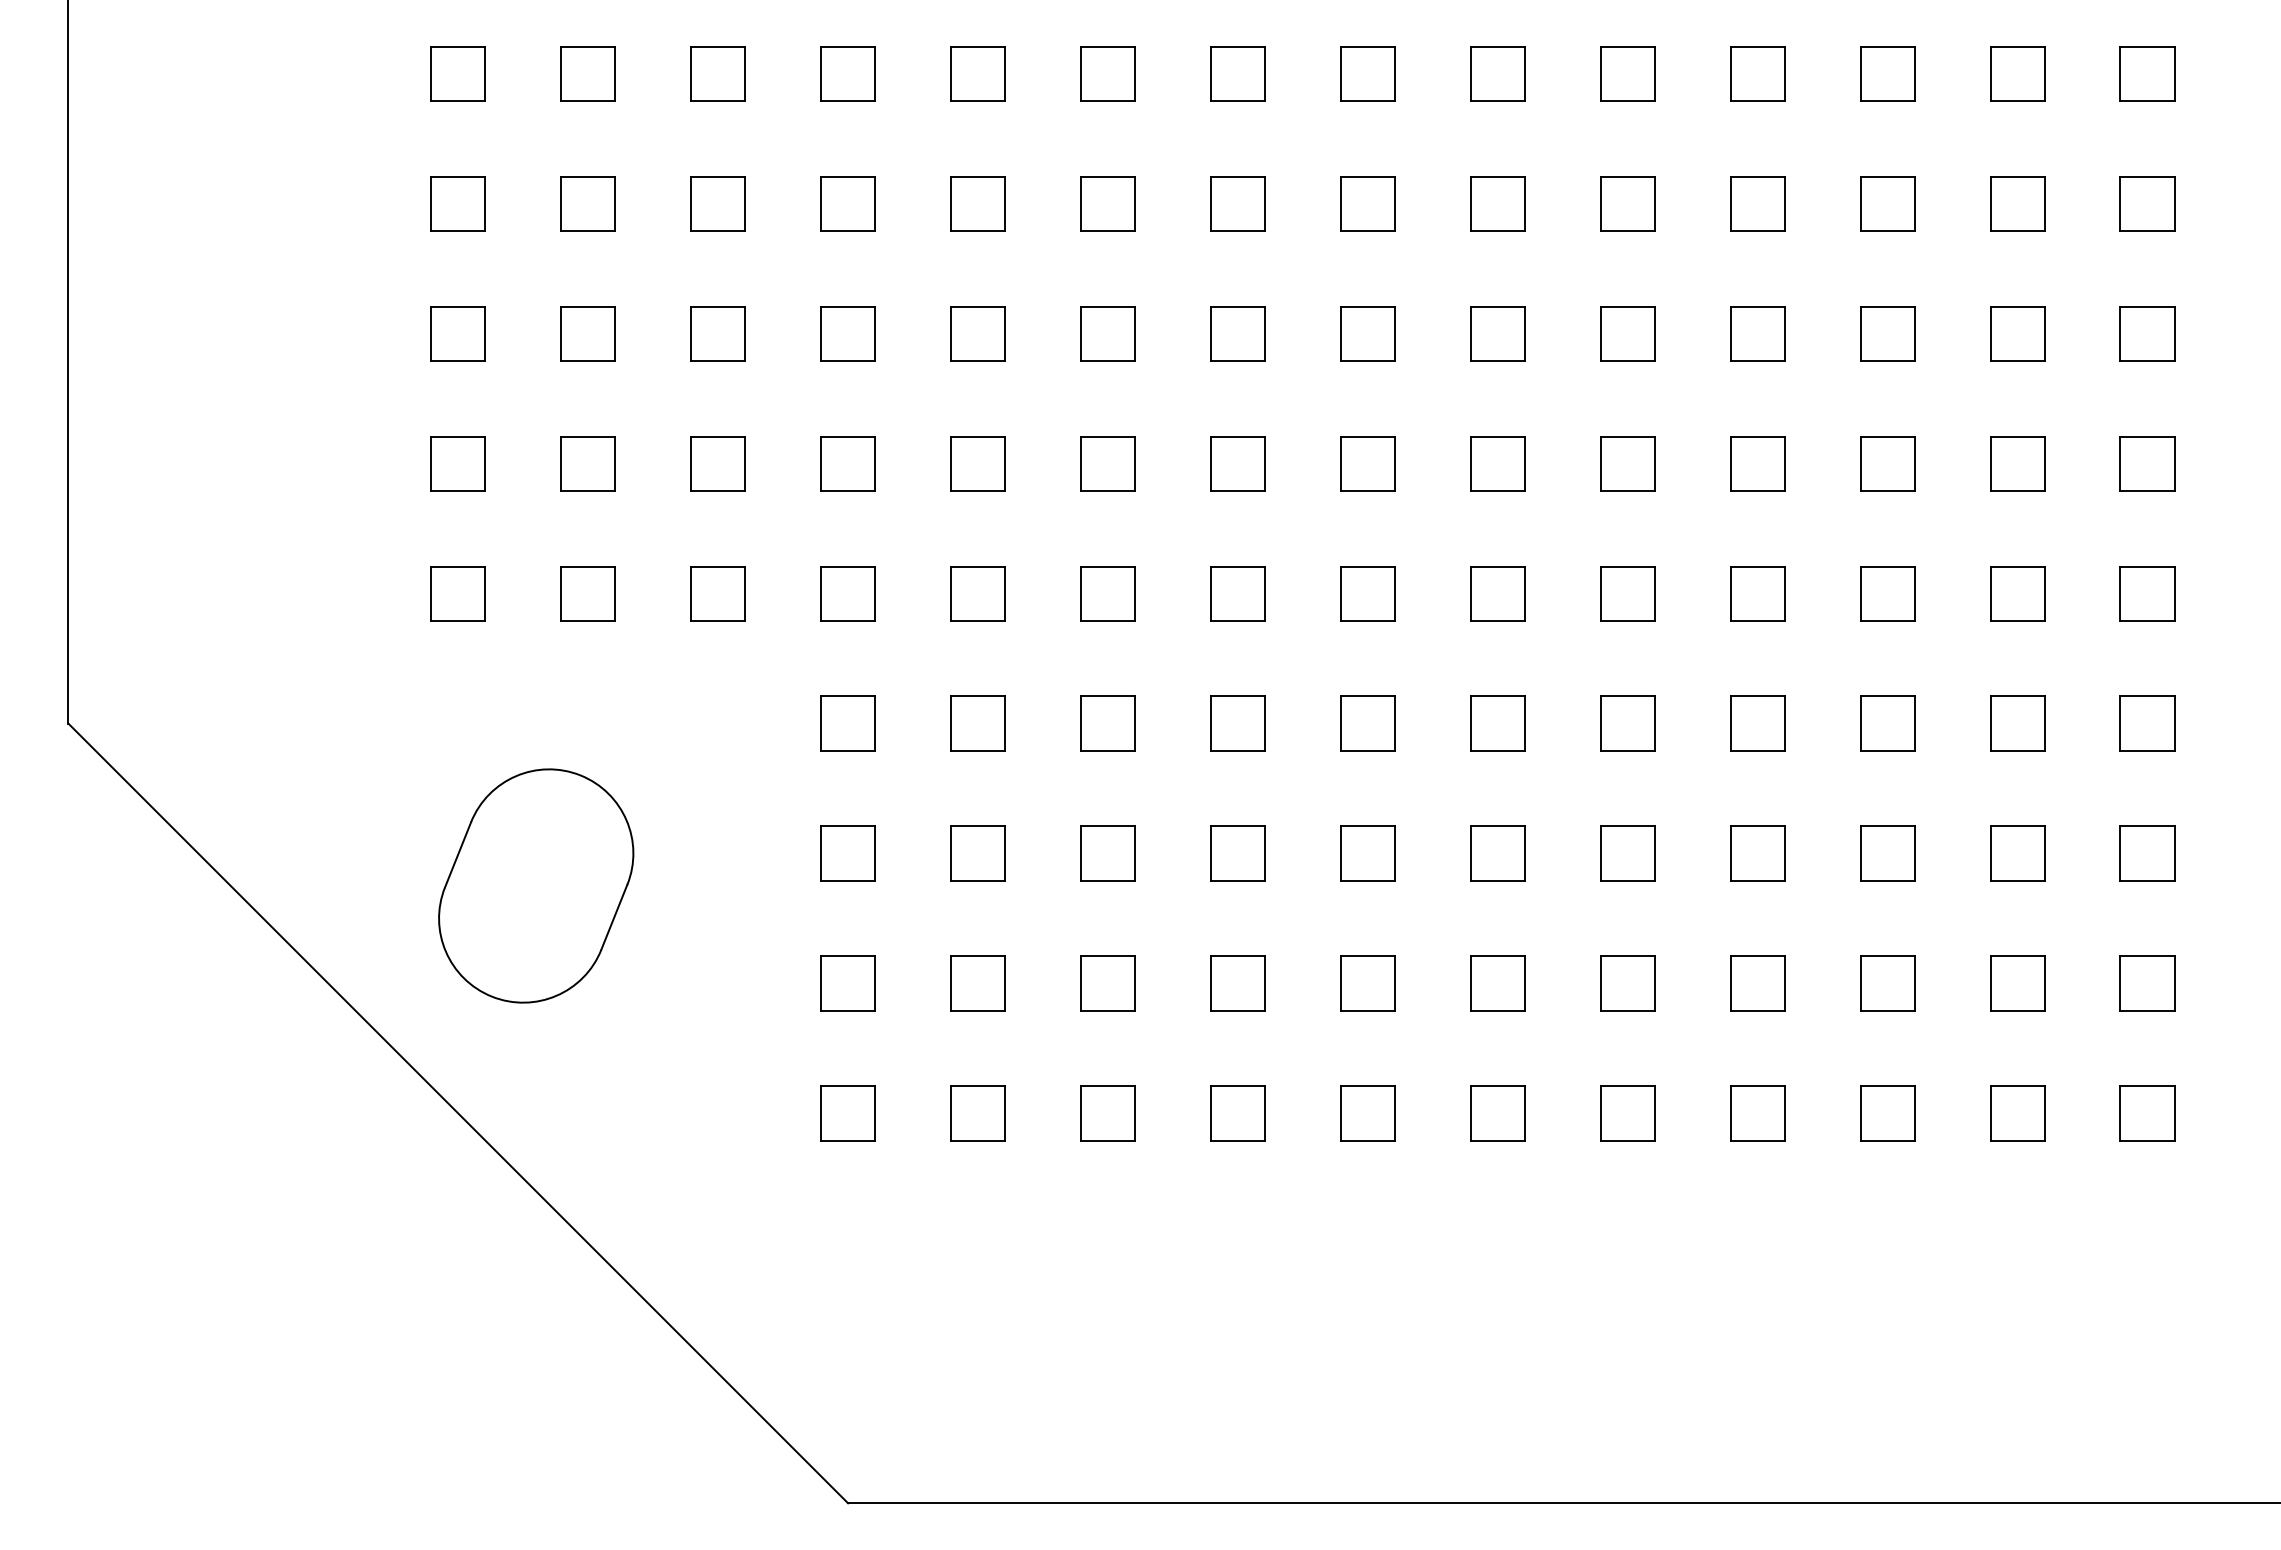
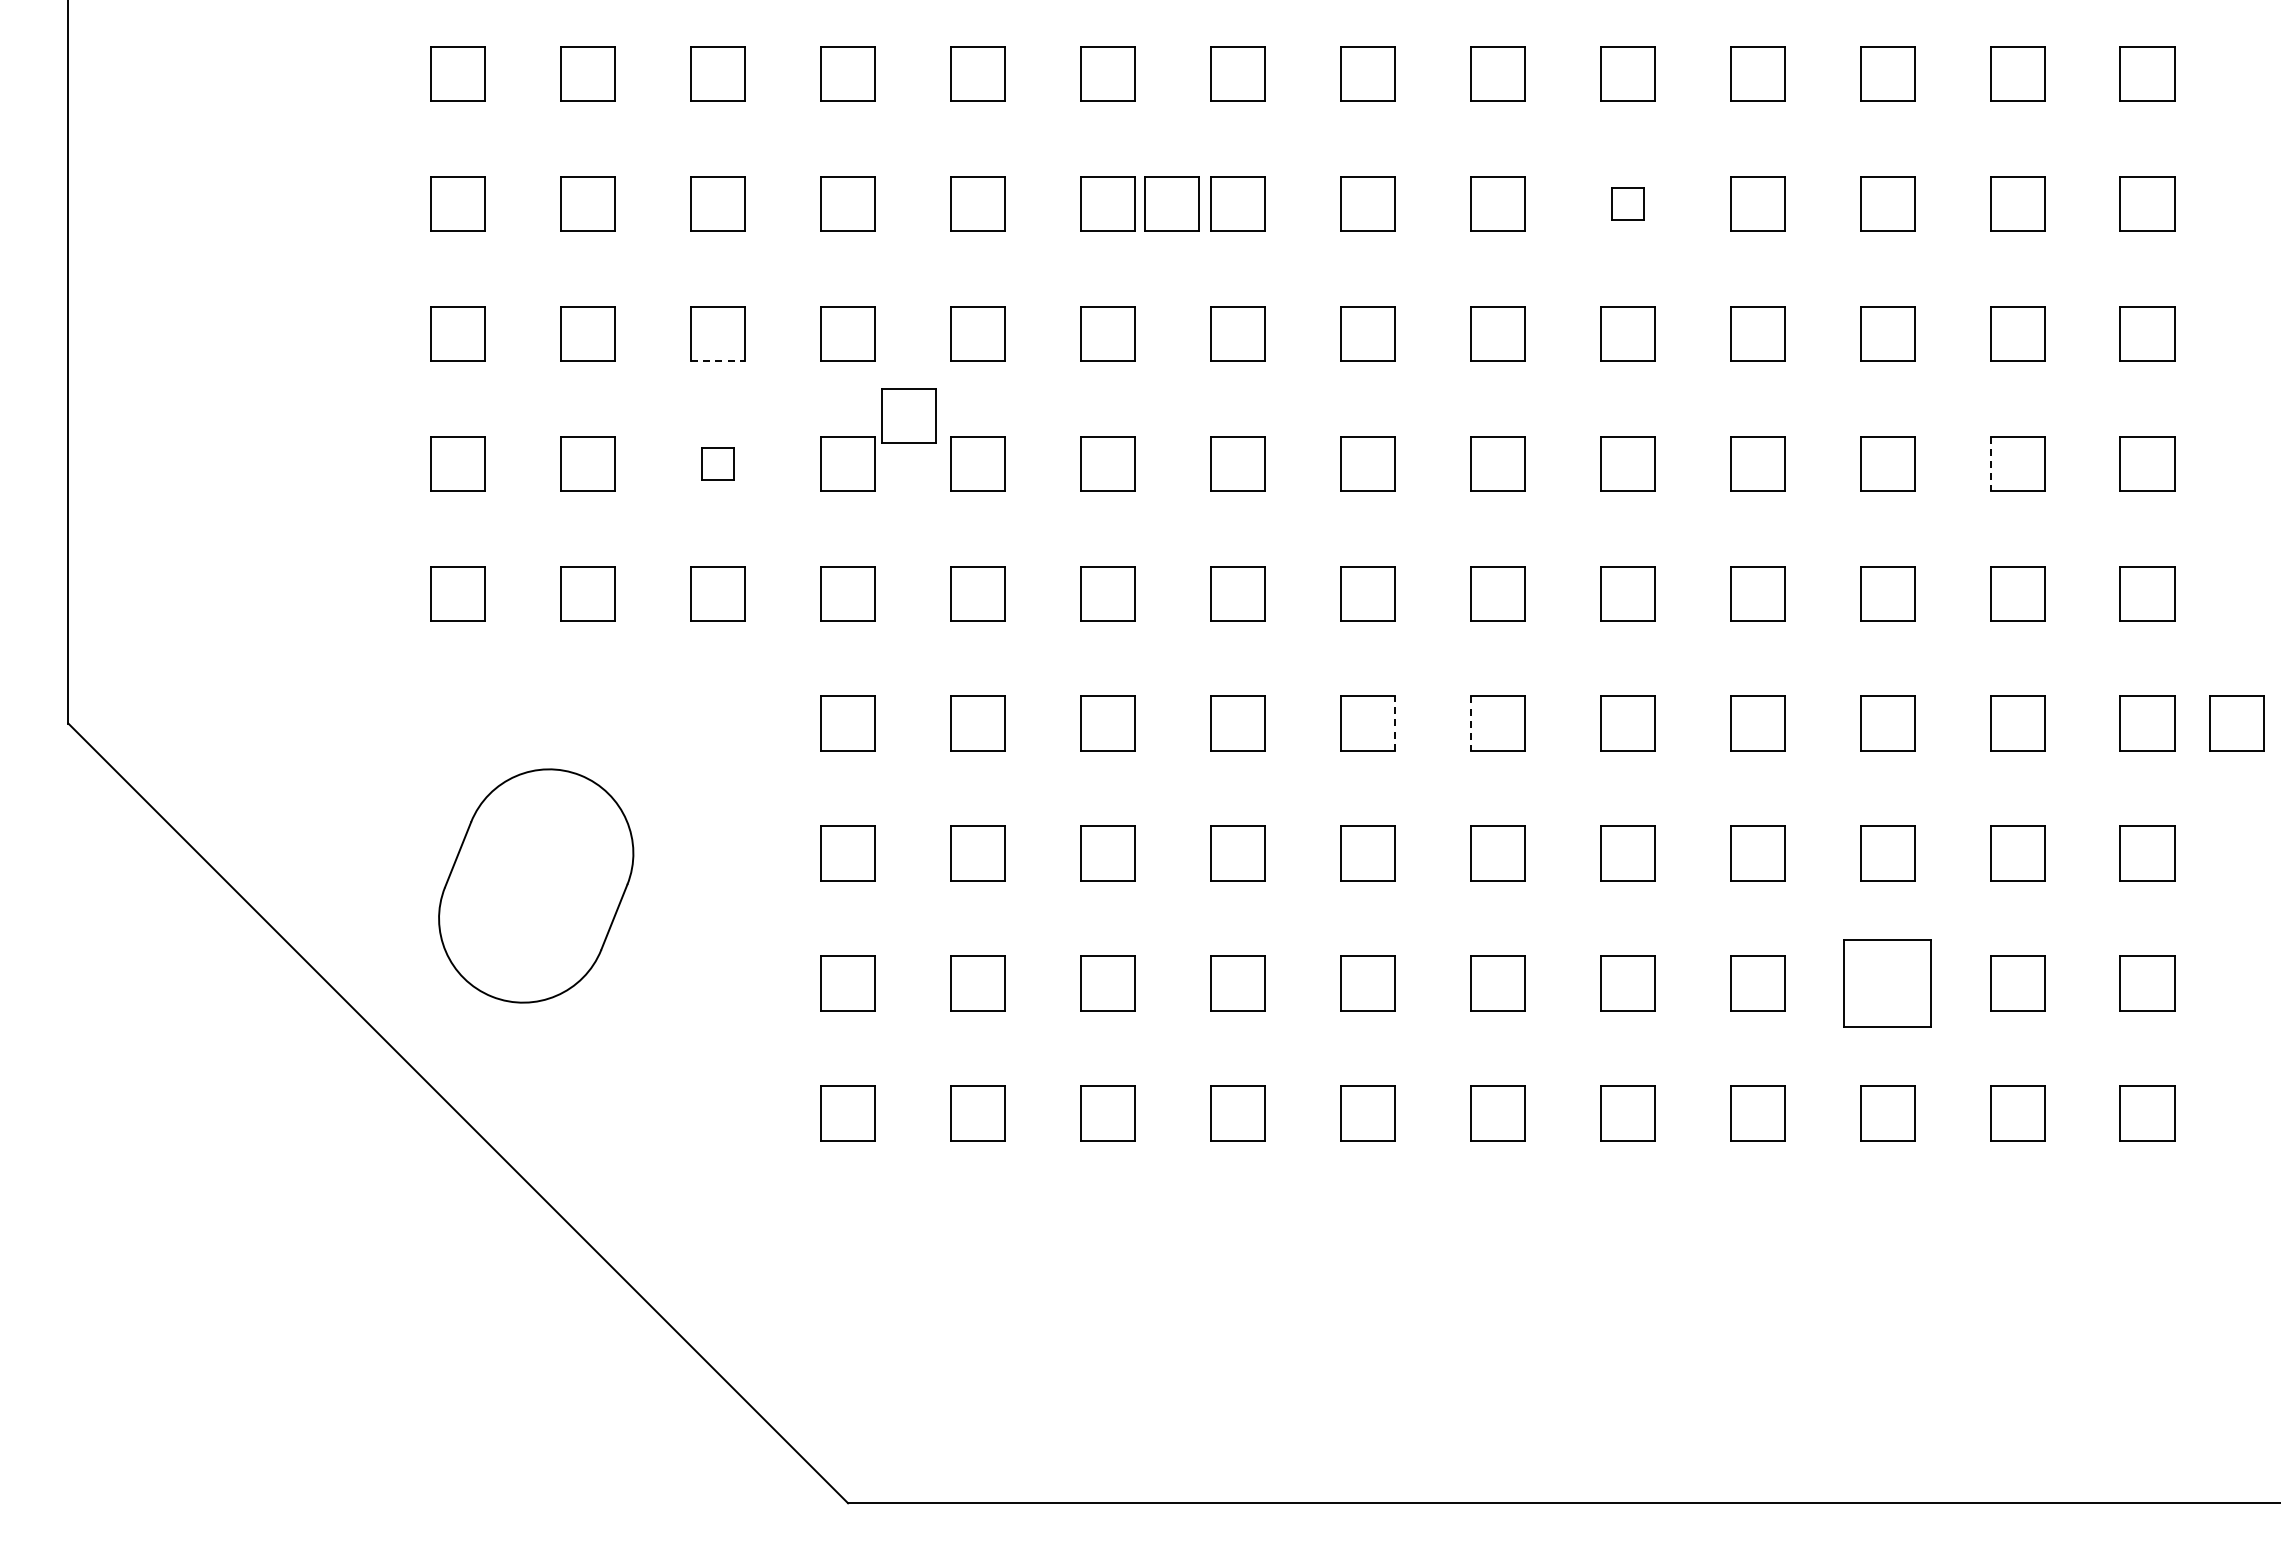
part at (1171, 203): none -> present
part at (1627, 203) size: 56x56 px -> 34x34 px
line at (718, 360): solid -> dashed
part at (908, 415): none -> present
part at (717, 463) size: 56x56 px -> 34x34 px
line at (1990, 464): solid -> dashed
line at (1395, 723): solid -> dashed
part at (2236, 723): none -> present
line at (1470, 724): solid -> dashed
part at (1887, 983) size: 56x57 px -> 89x89 px
